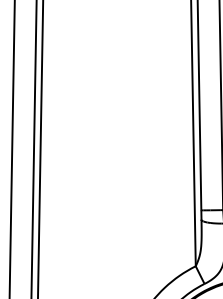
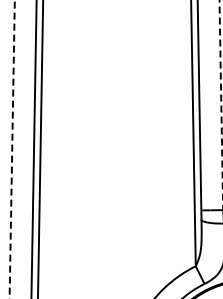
line at (221, 101): solid -> dashed
line at (12, 148): solid -> dashed
